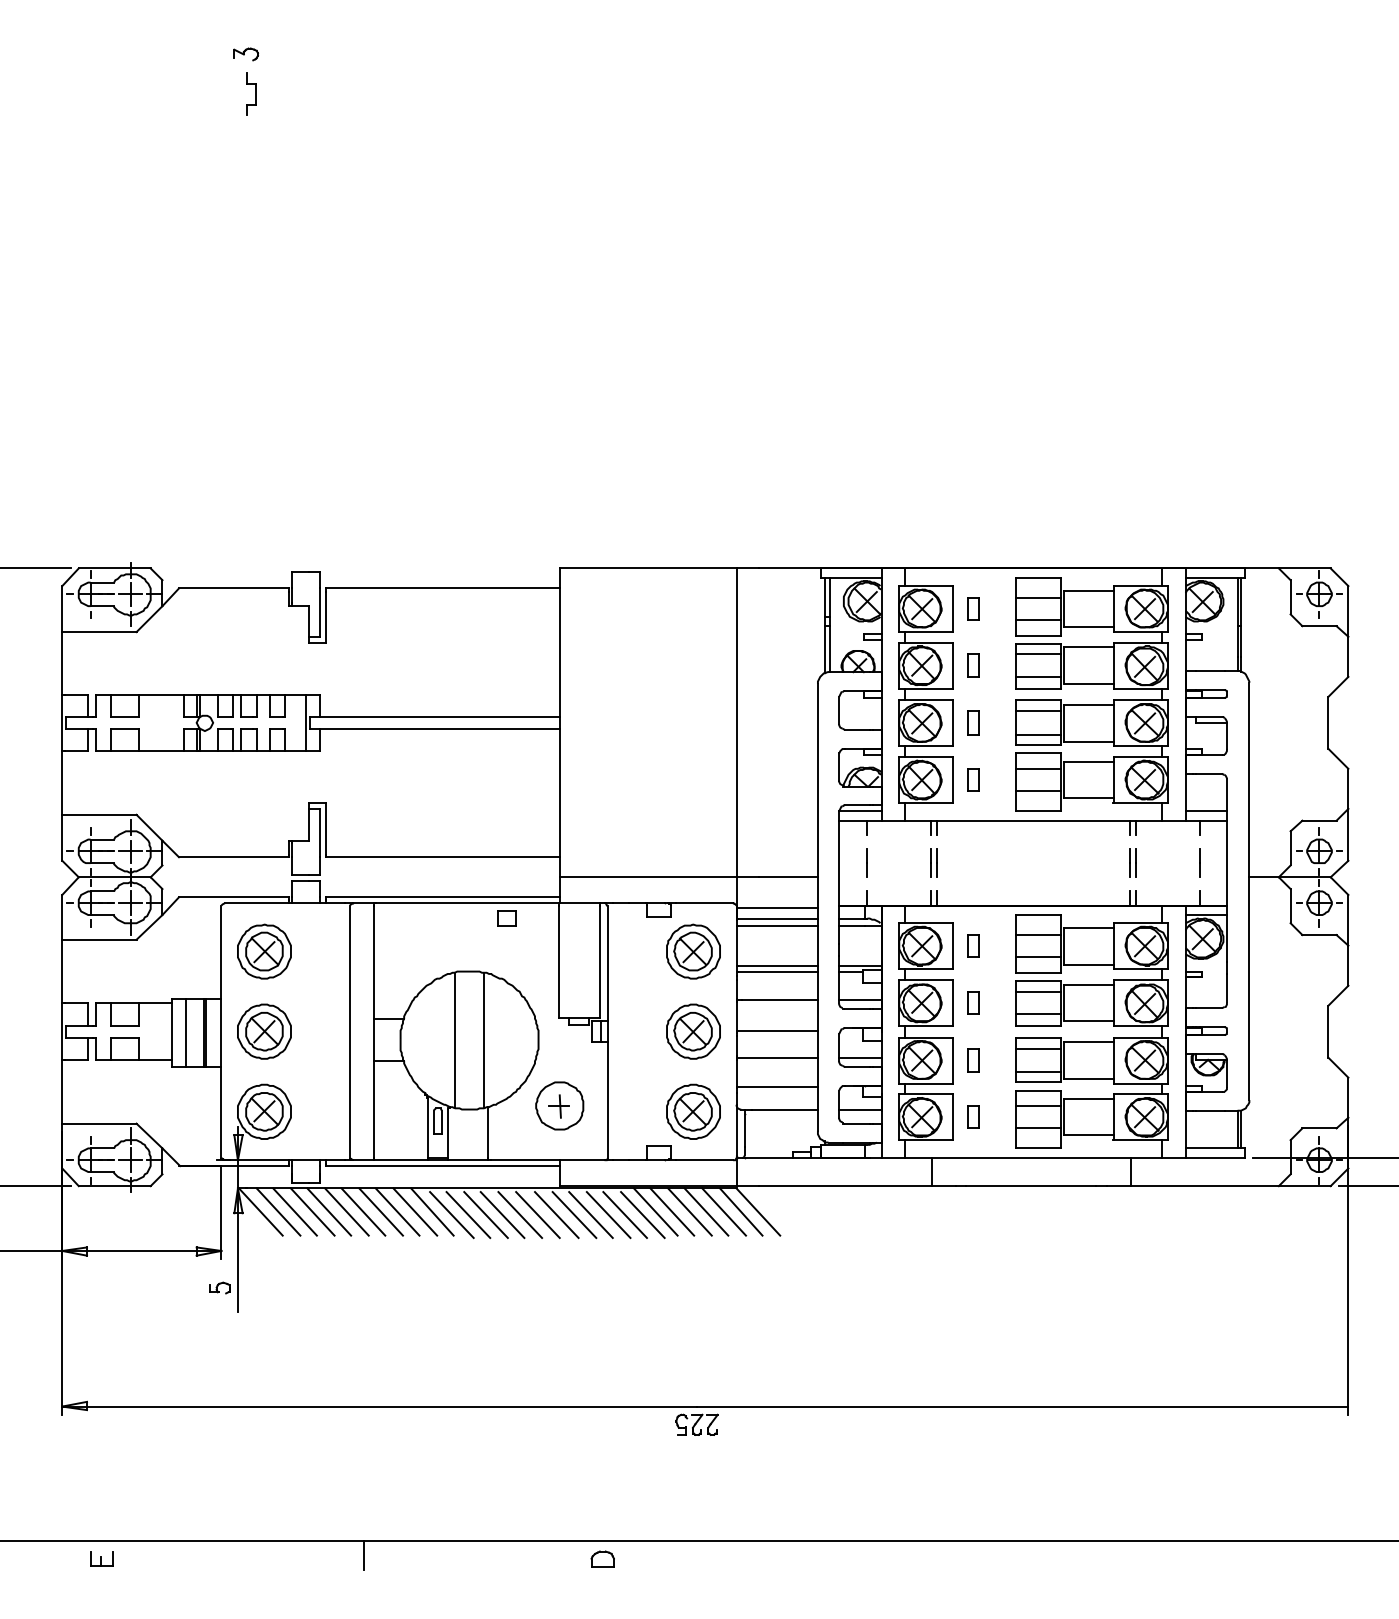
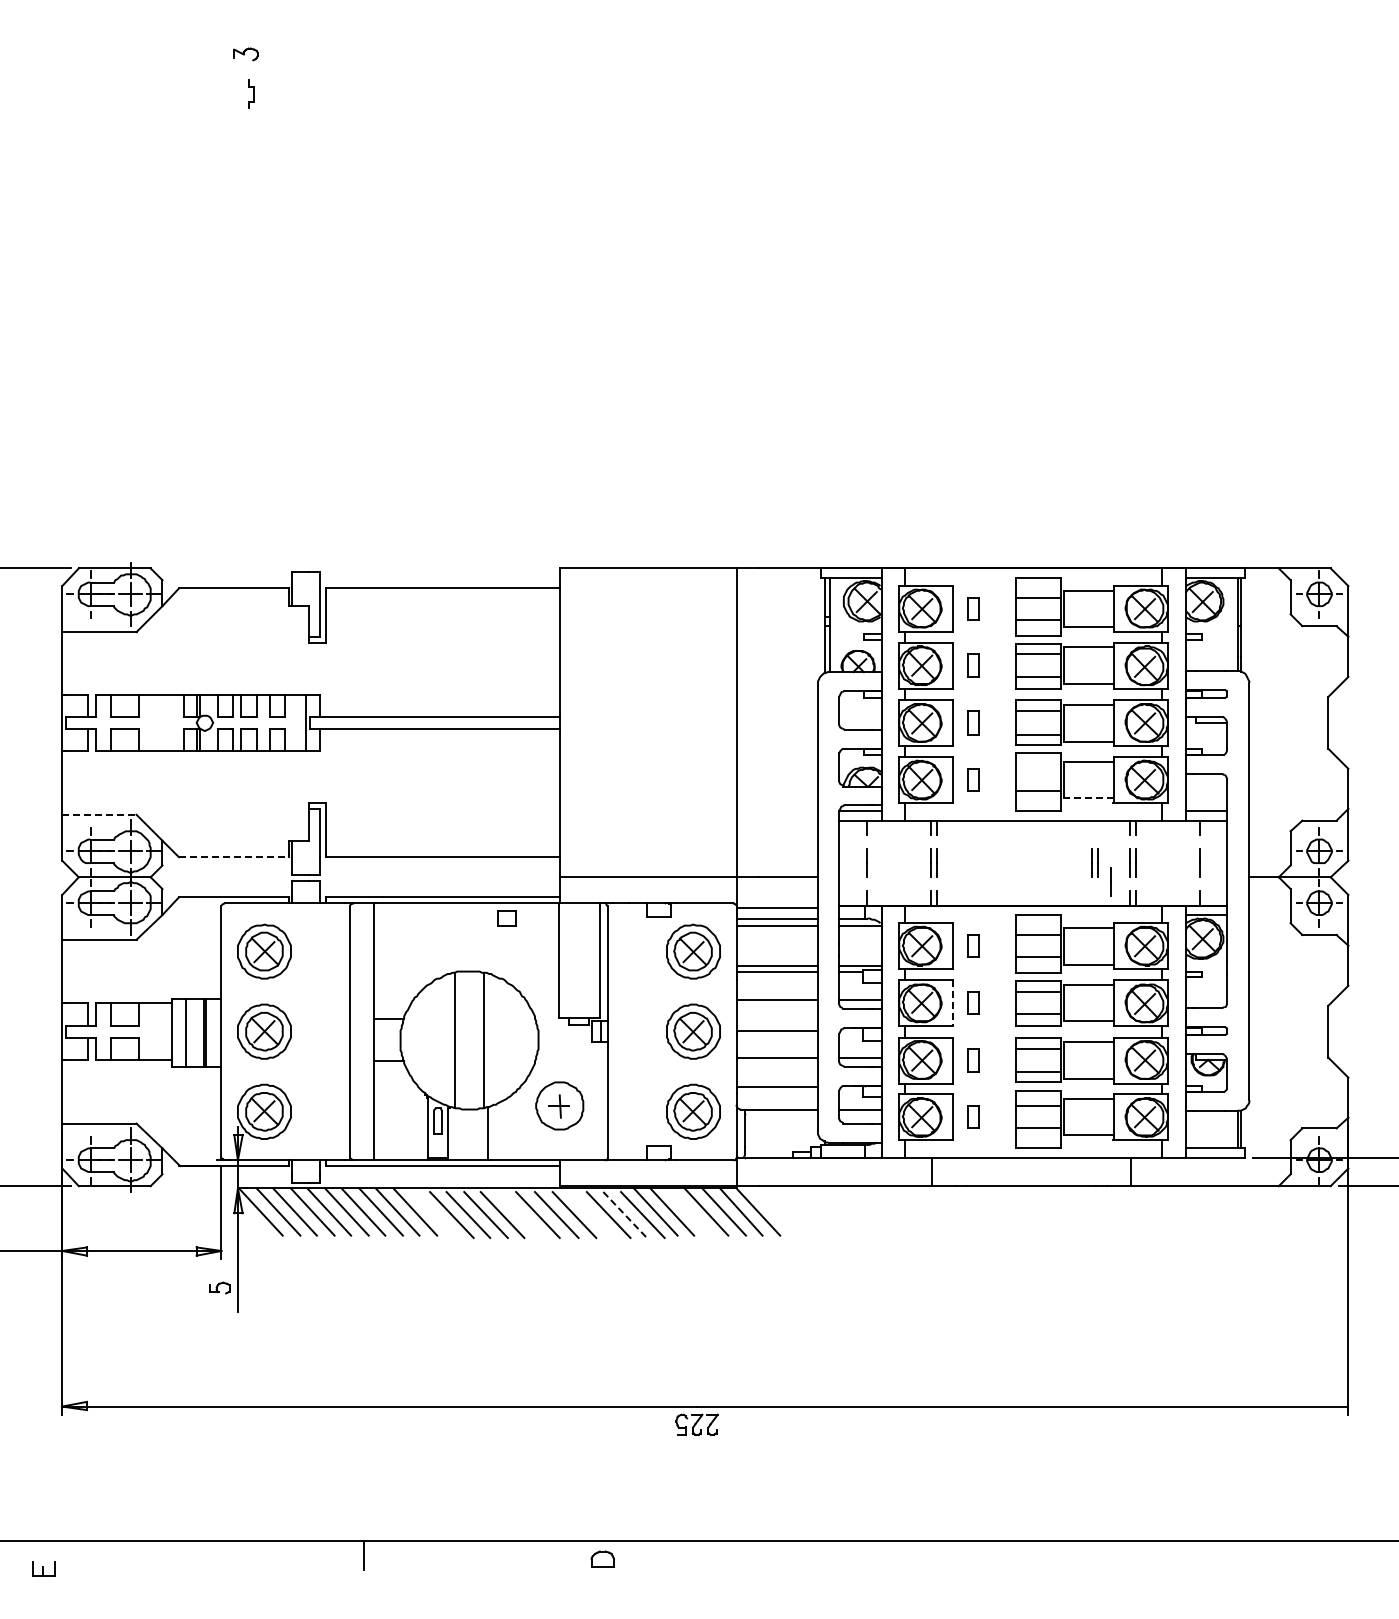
part at (251, 93) size: 11x44 px -> 7x30 px
line at (1037, 768): present -> none
line at (1089, 798): solid -> dashed
line at (99, 814): solid -> dashed
line at (233, 857): solid -> dashed
part at (1094, 862): none -> present
line at (1110, 881): none -> present
line at (953, 1002): solid -> dashed
line at (432, 1211): present -> none
line at (689, 1211): present -> none
line at (520, 1215): present -> none
line at (590, 1215): present -> none
line at (625, 1215): solid -> dashed
part at (101, 1558) position: (101, 1558) -> (43, 1568)
